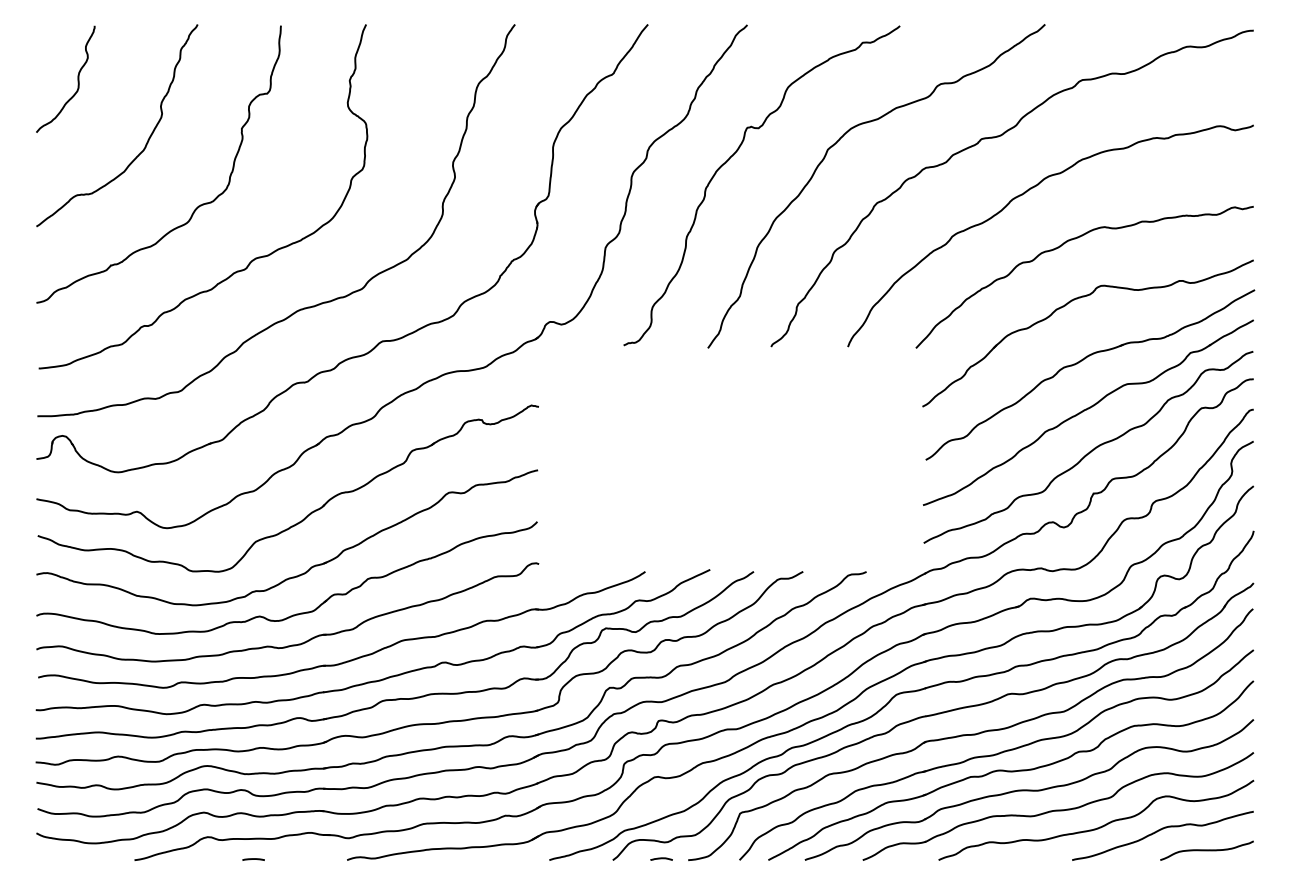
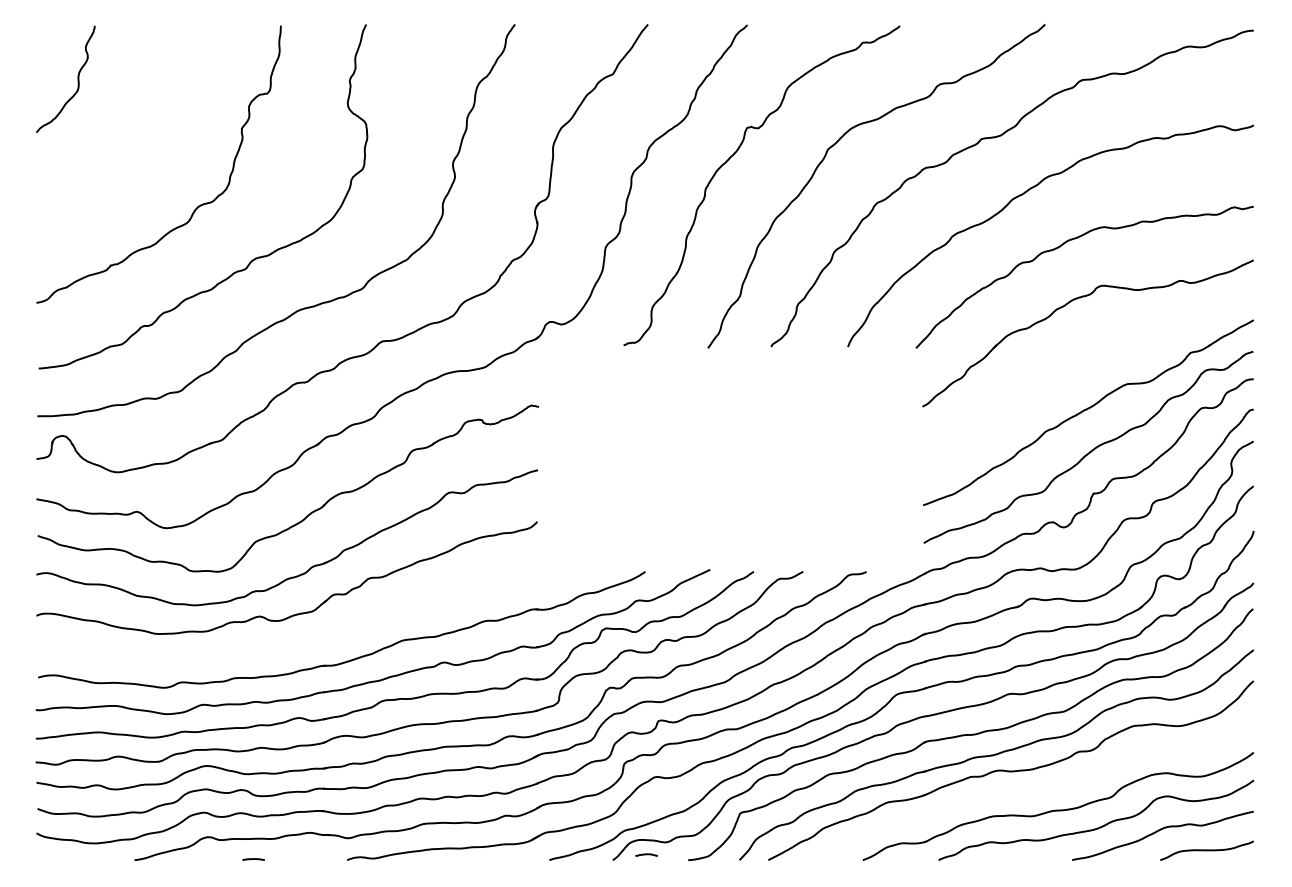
curve at (147, 139): present -> none
part at (1082, 361): present -> none
part at (291, 644): present -> none
part at (1029, 789): present -> none
line at (661, 858) position: (661, 858) -> (646, 854)
